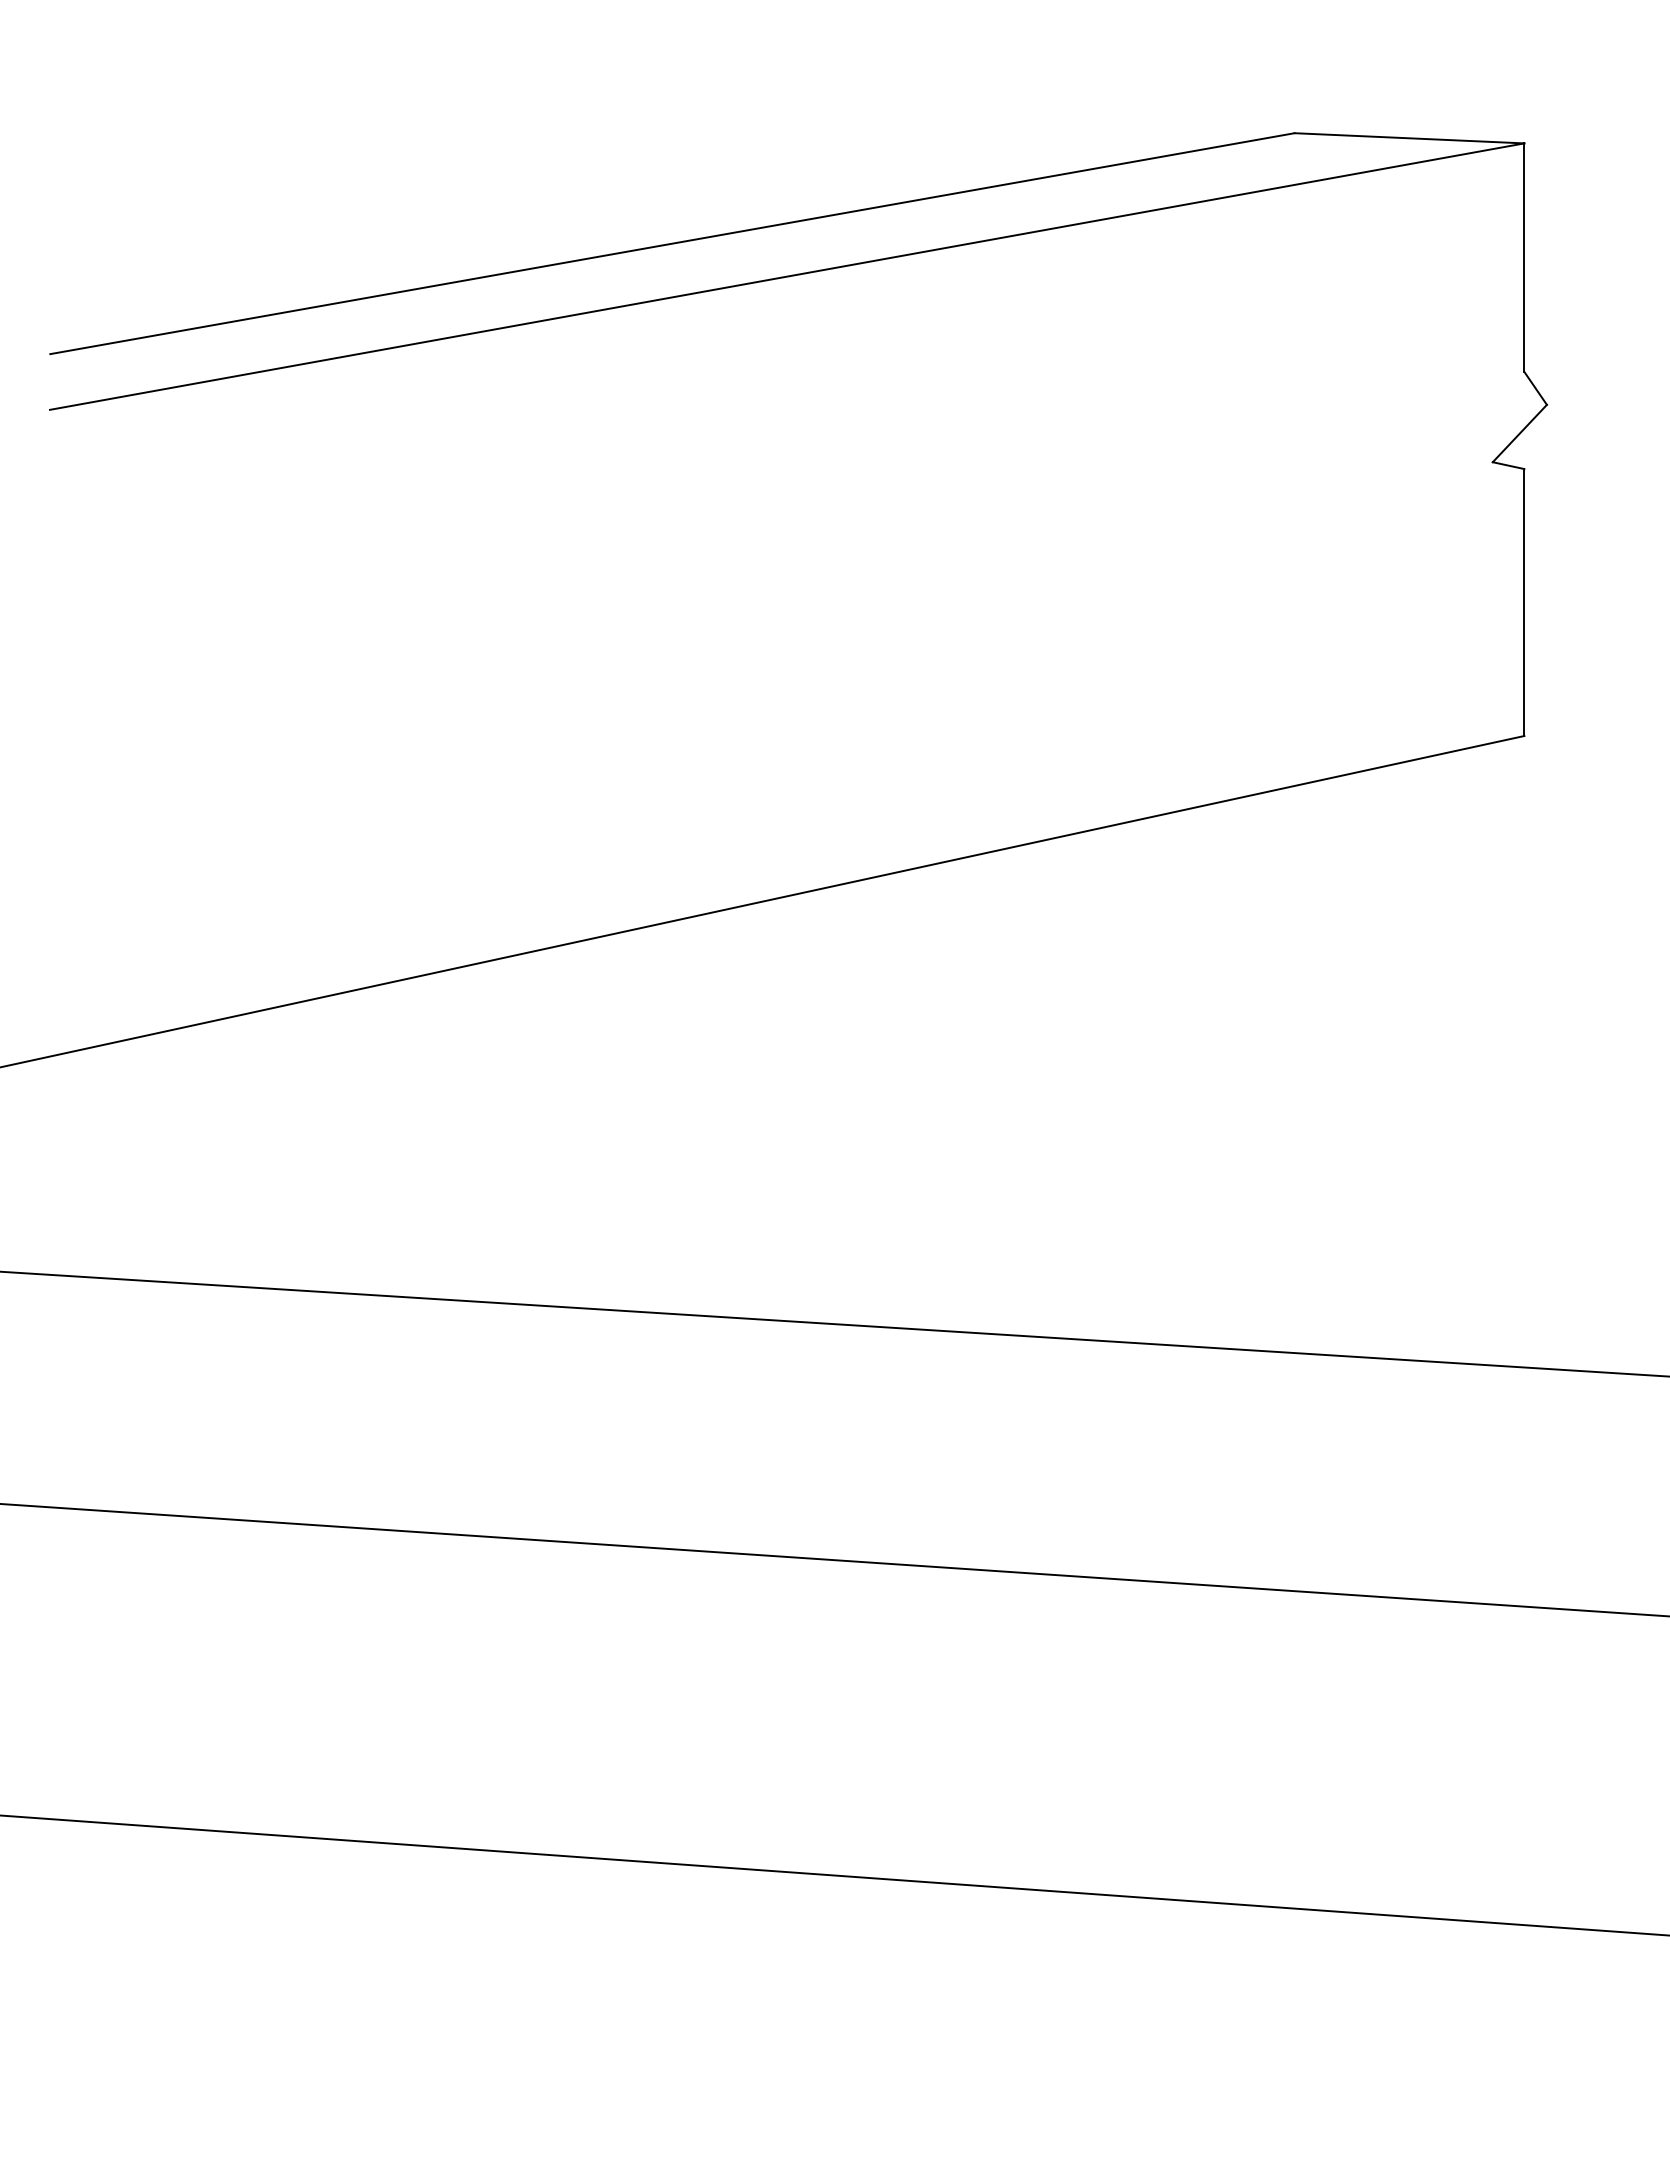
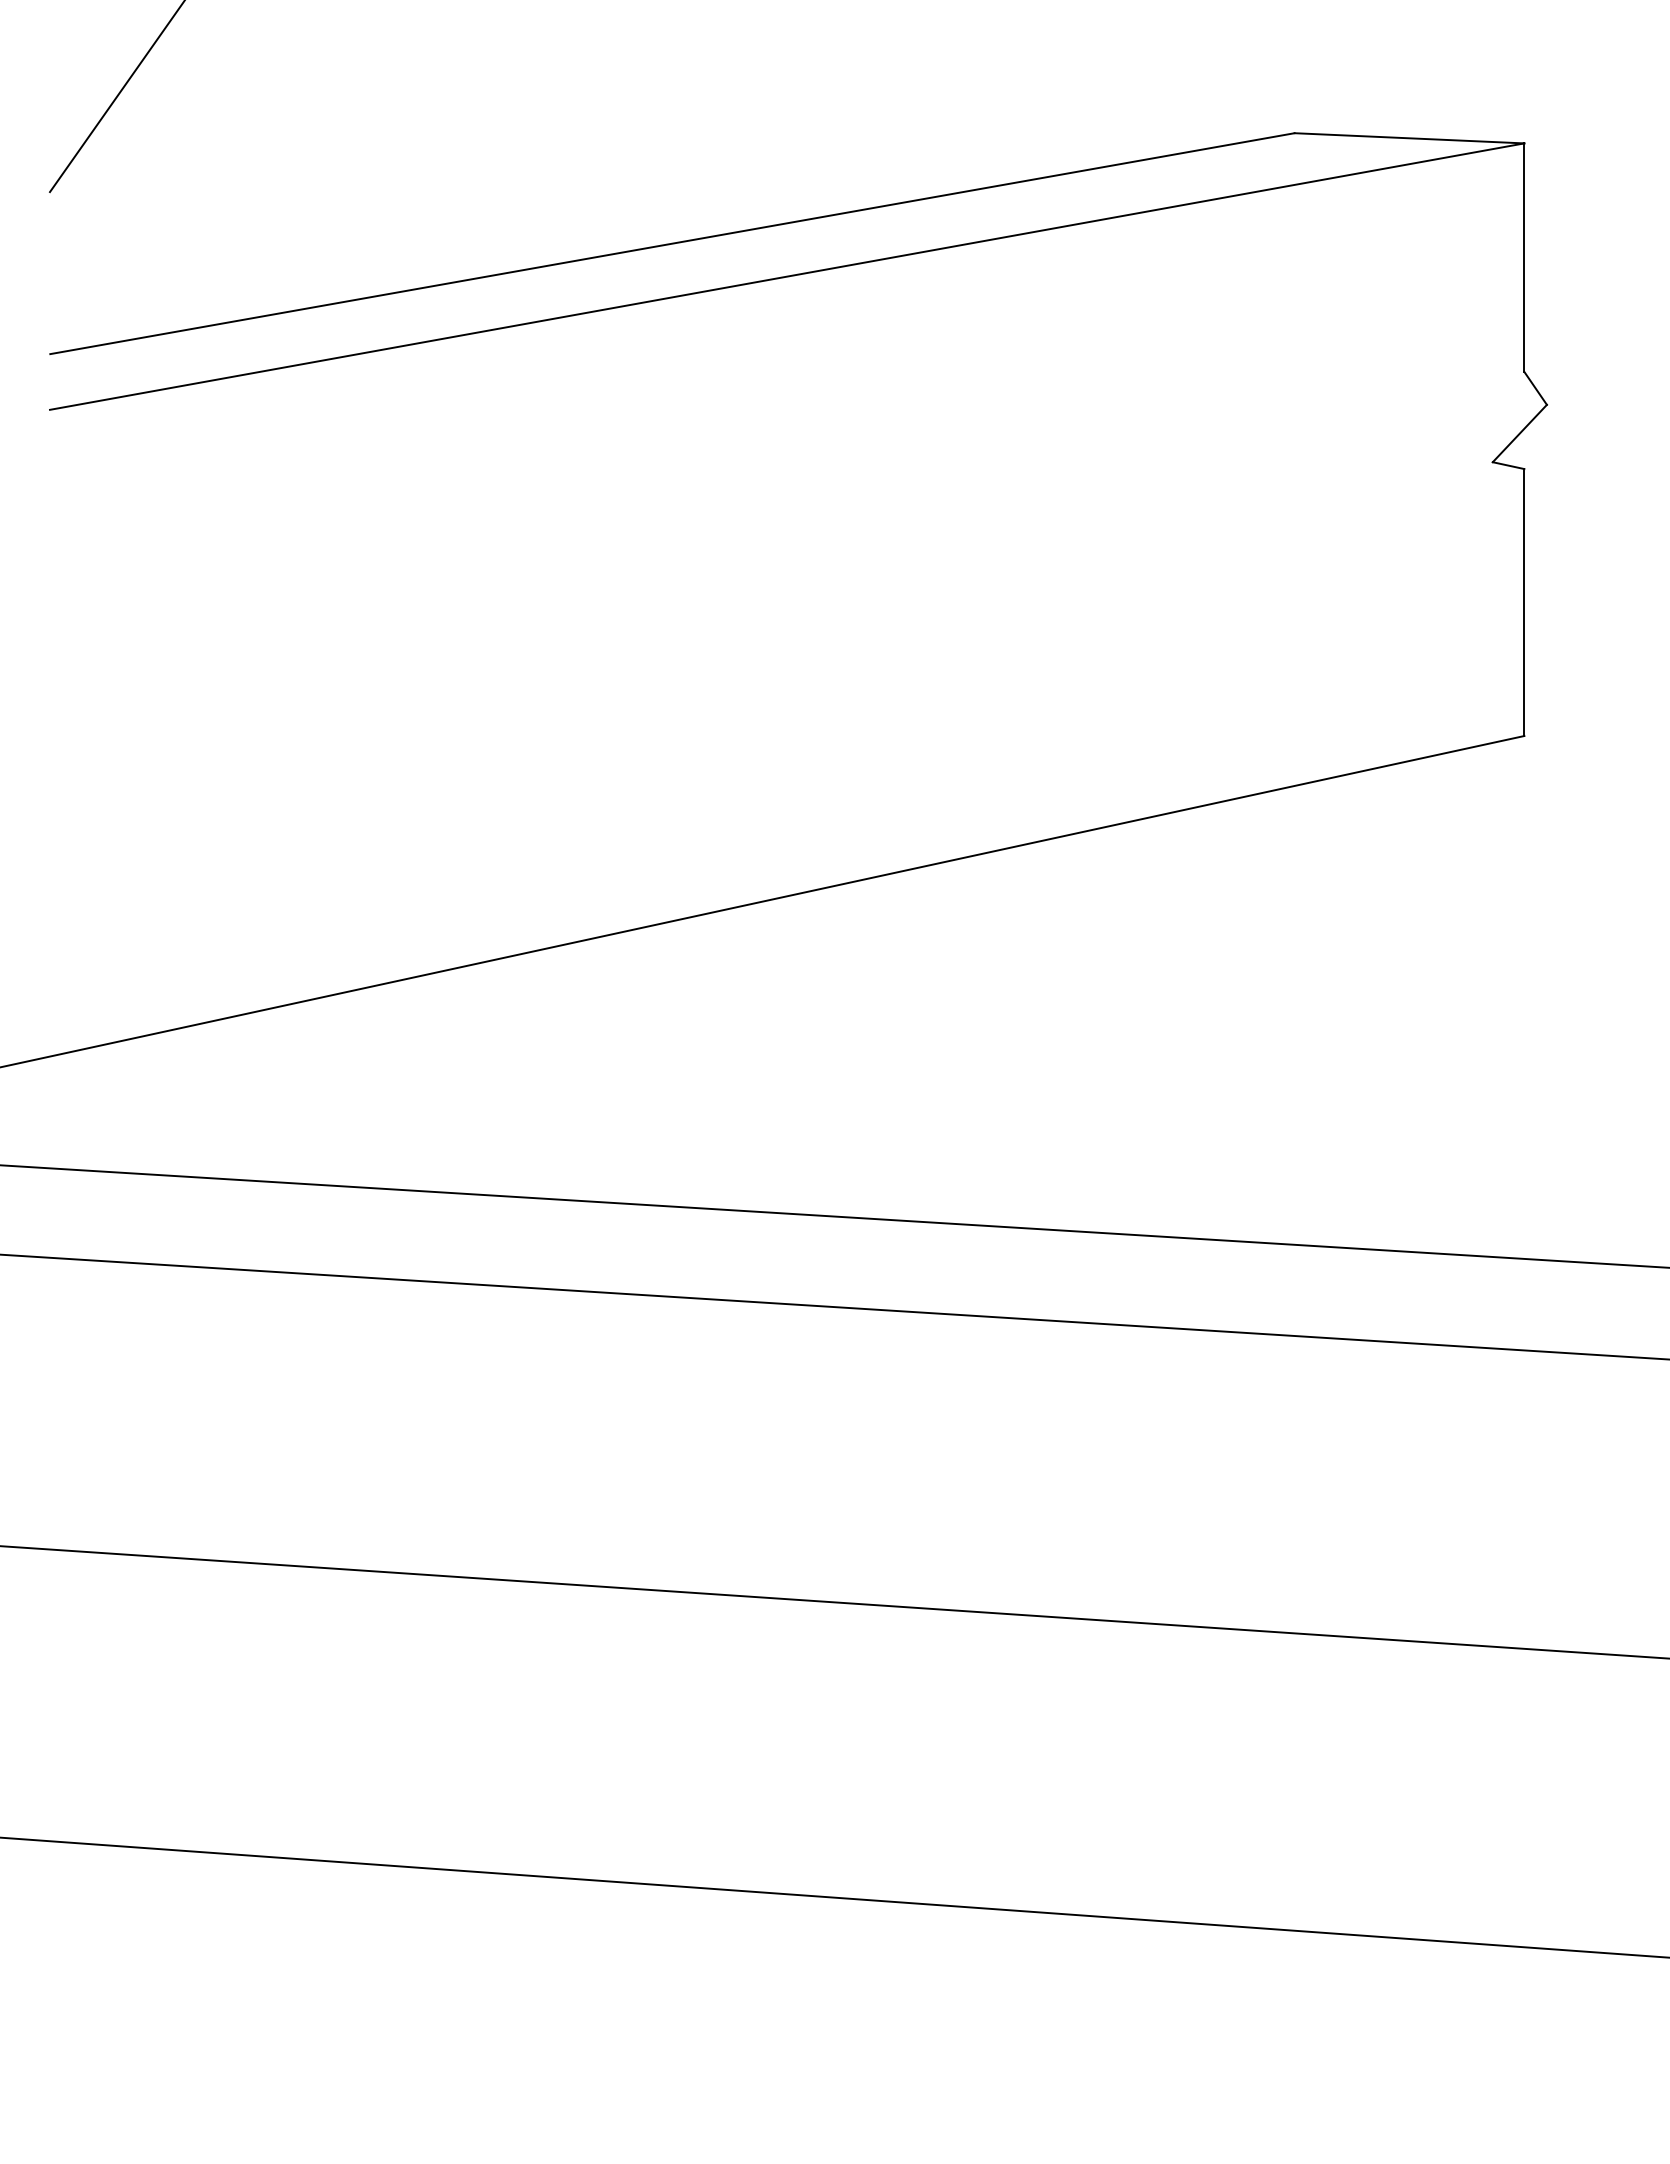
line at (116, 97): none -> present
line at (834, 1216): none -> present
line at (834, 1323) position: (834, 1323) -> (834, 1306)
line at (834, 1560) position: (834, 1560) -> (834, 1602)
line at (834, 1875) position: (834, 1875) -> (834, 1897)
